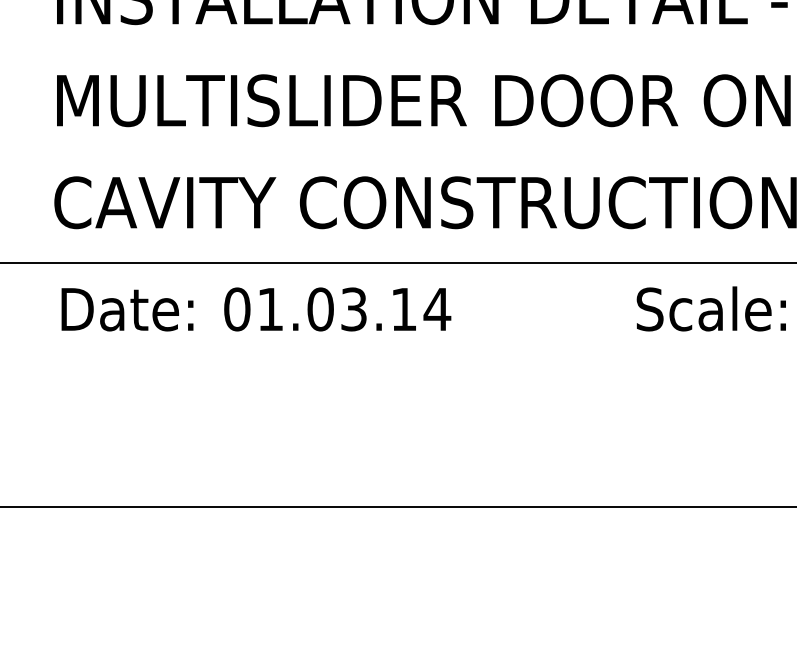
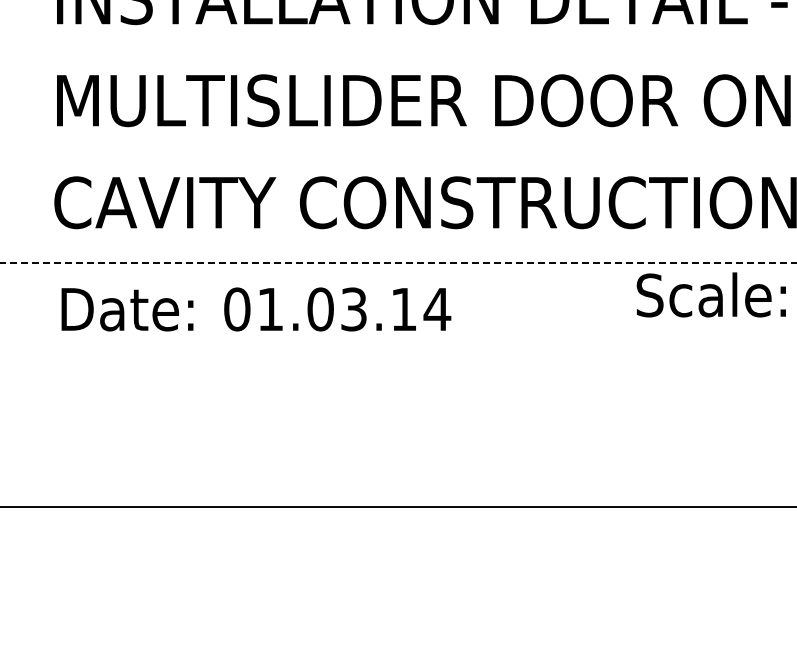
line at (399, 262): solid -> dashed
text at (710, 308) position: (710, 308) -> (710, 294)
